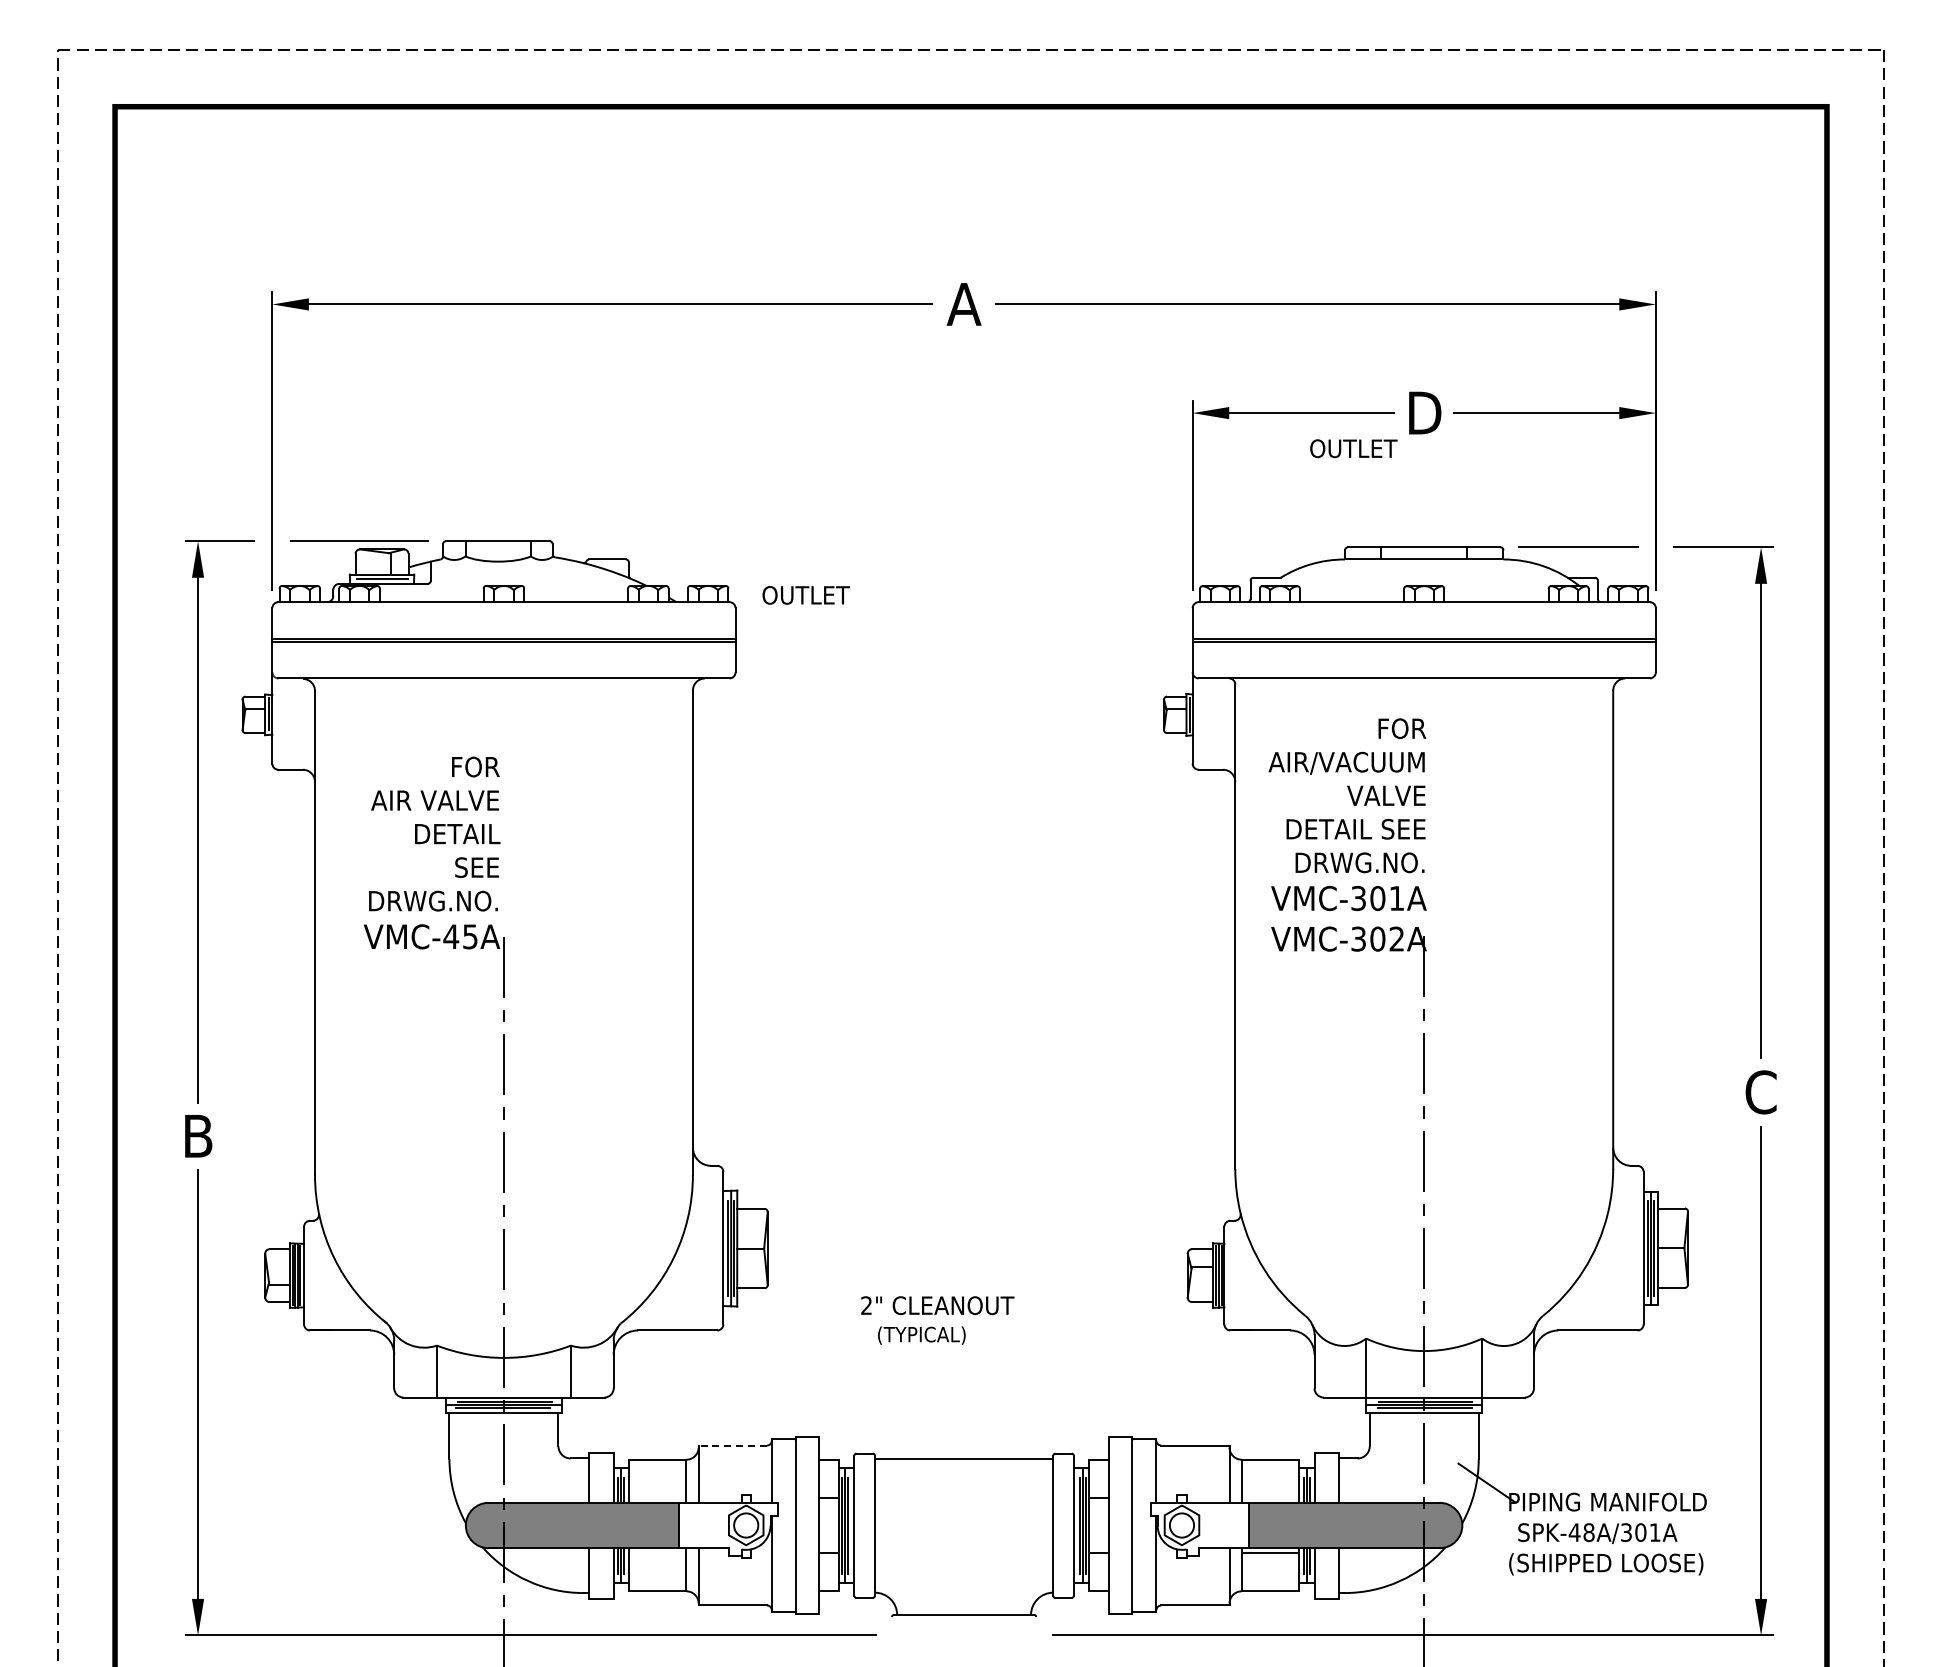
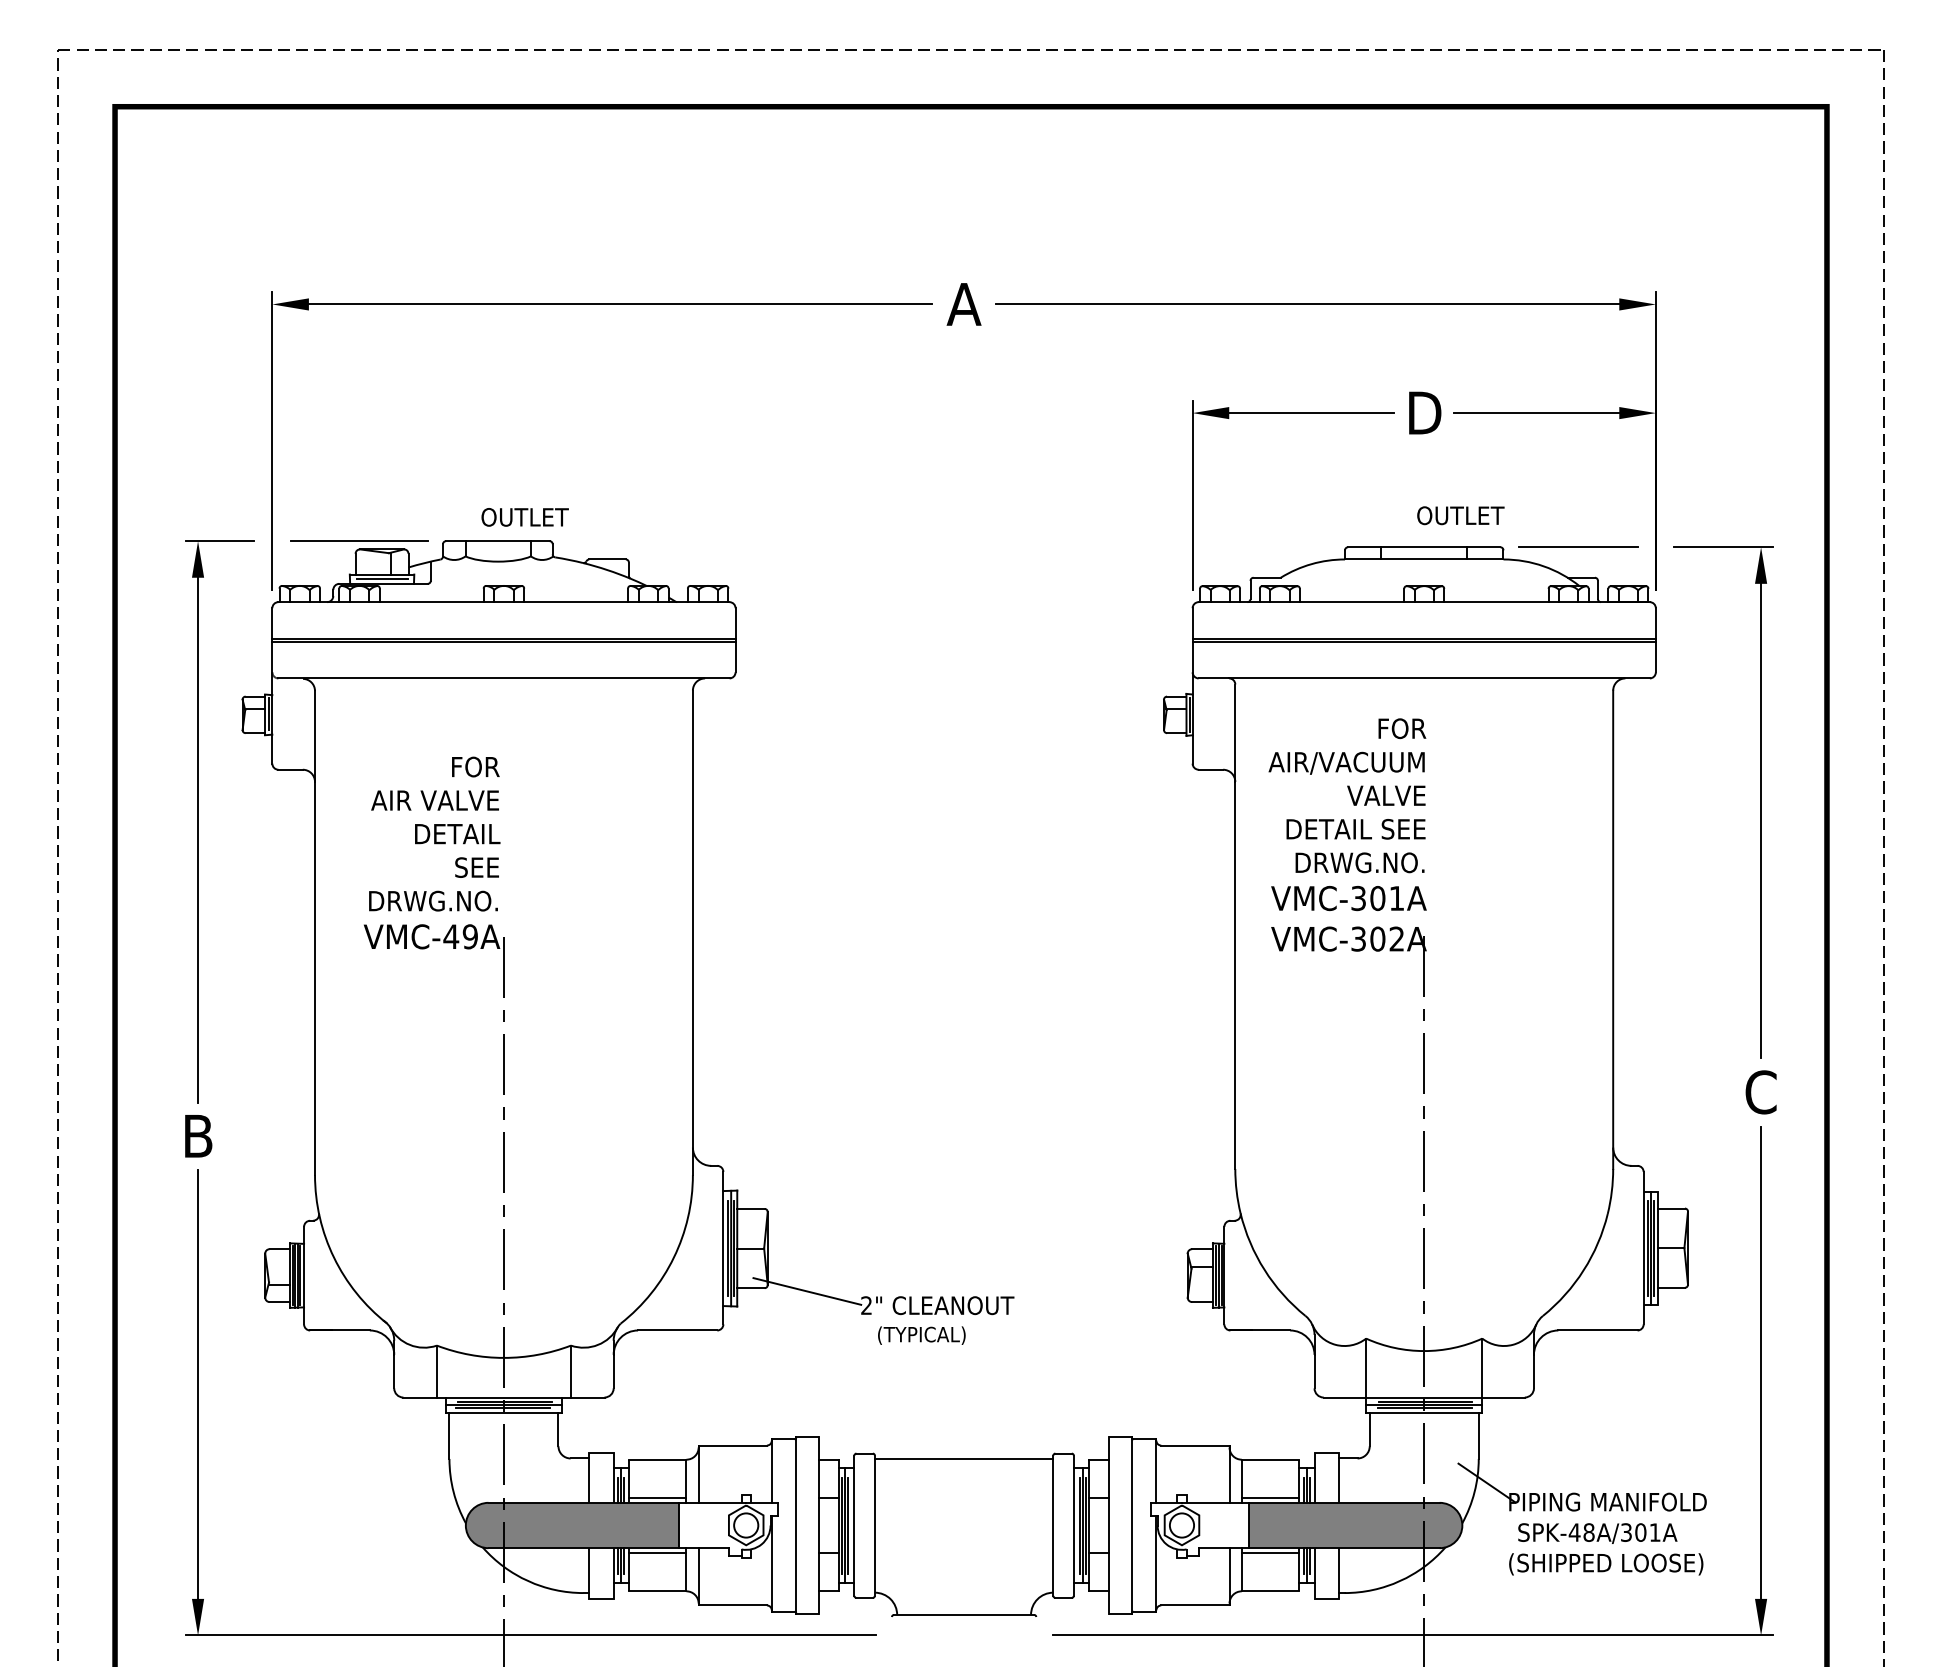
text at (1353, 448) position: (1353, 448) -> (1460, 515)
text at (805, 595) position: (805, 595) -> (524, 517)
text at (469, 936): VMC-45A -> VMC-49A
line at (807, 1291): none -> present
line at (732, 1445): dashed -> solid
line at (657, 1498): none -> present
line at (1270, 1498): none -> present
line at (657, 1552): none -> present
